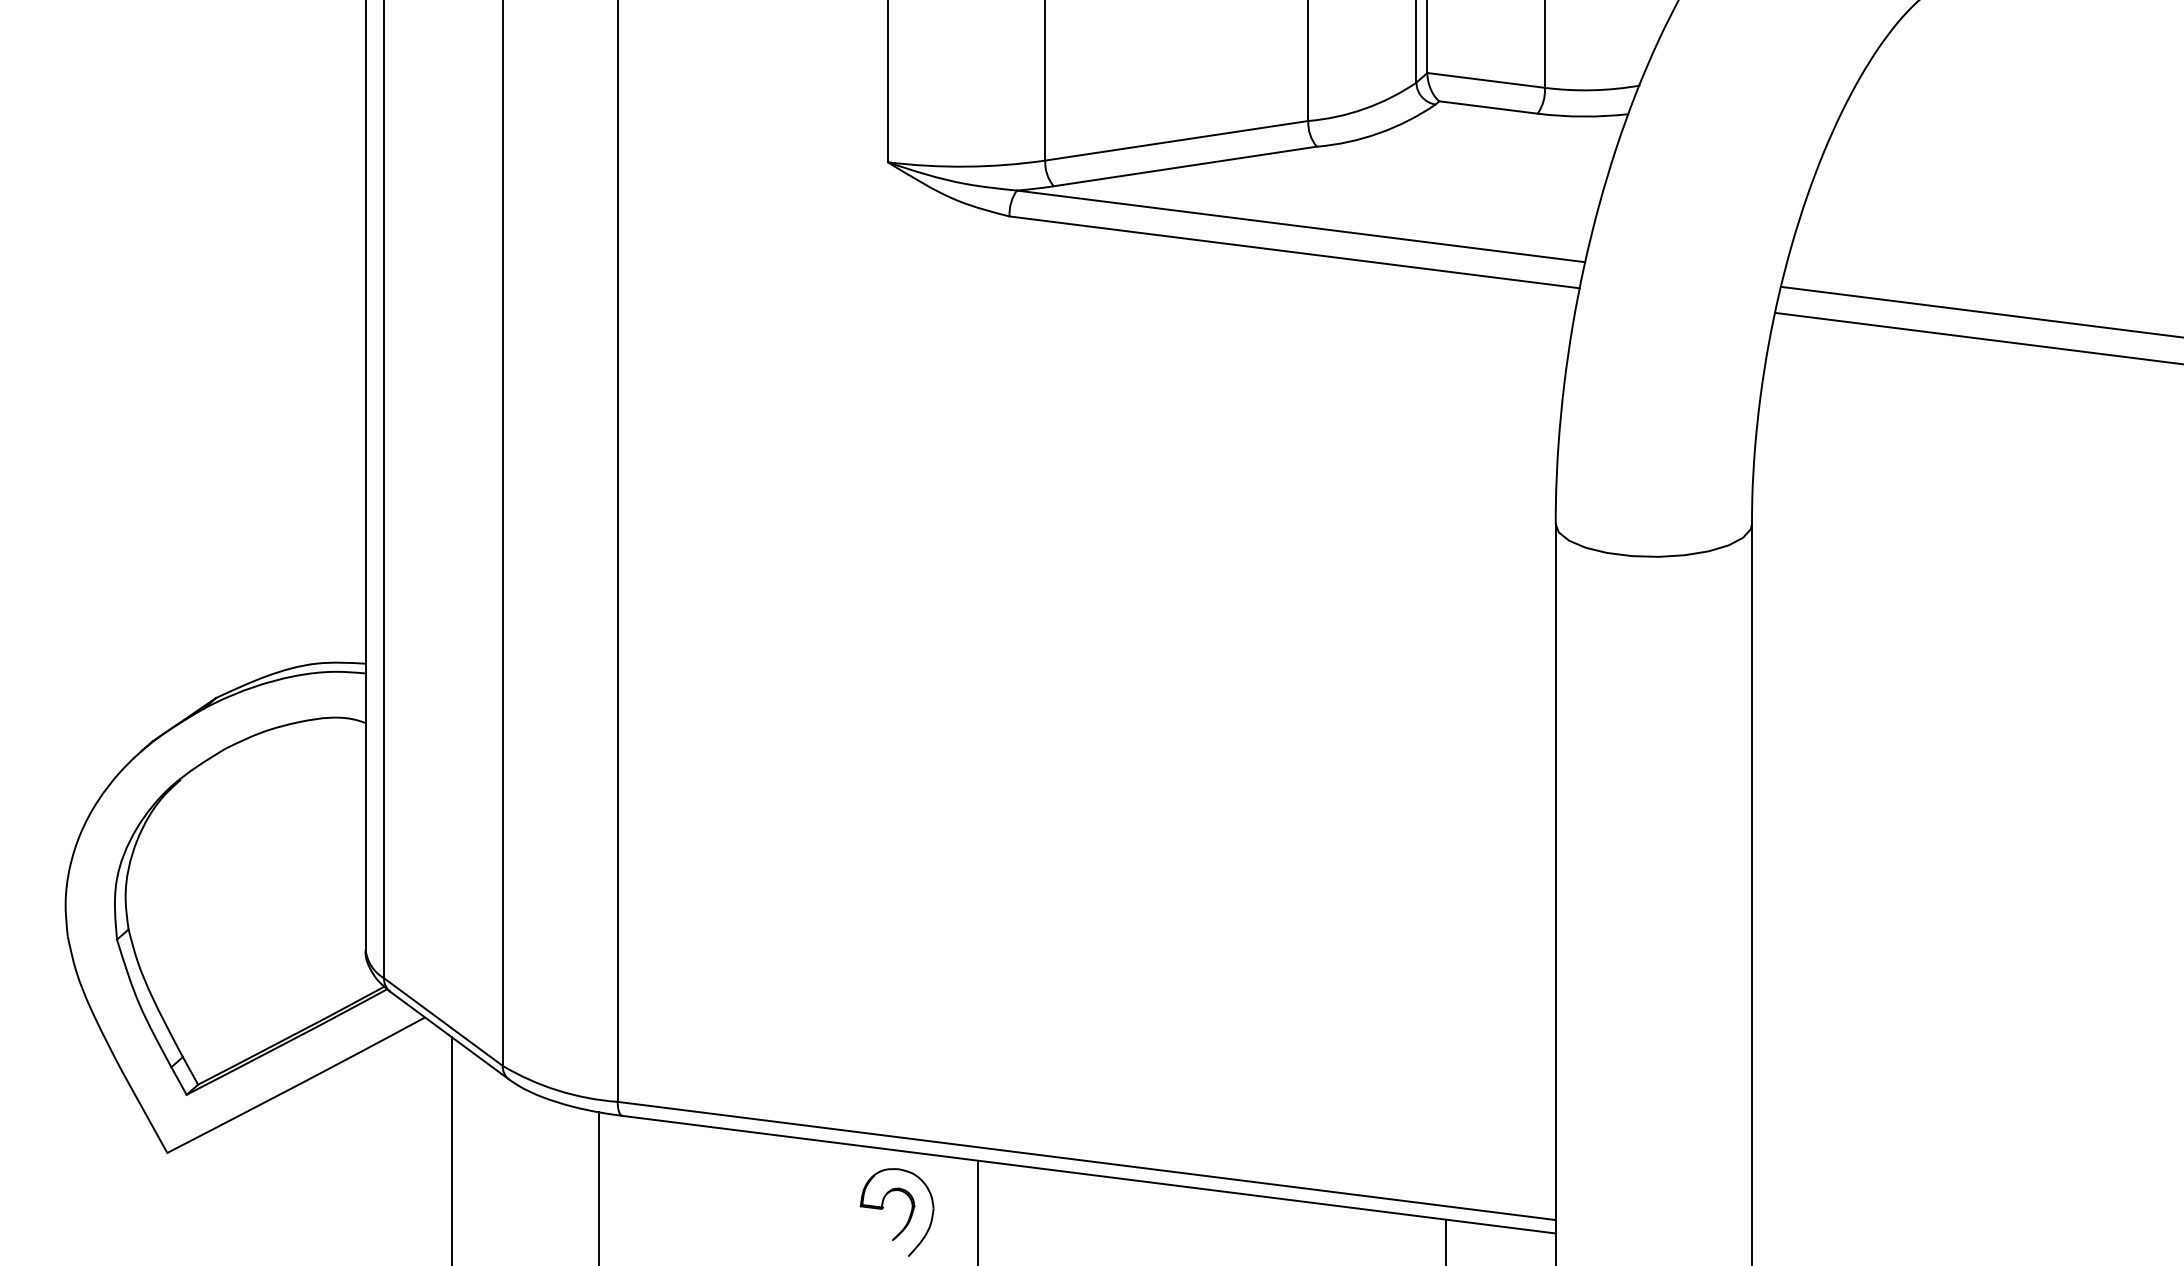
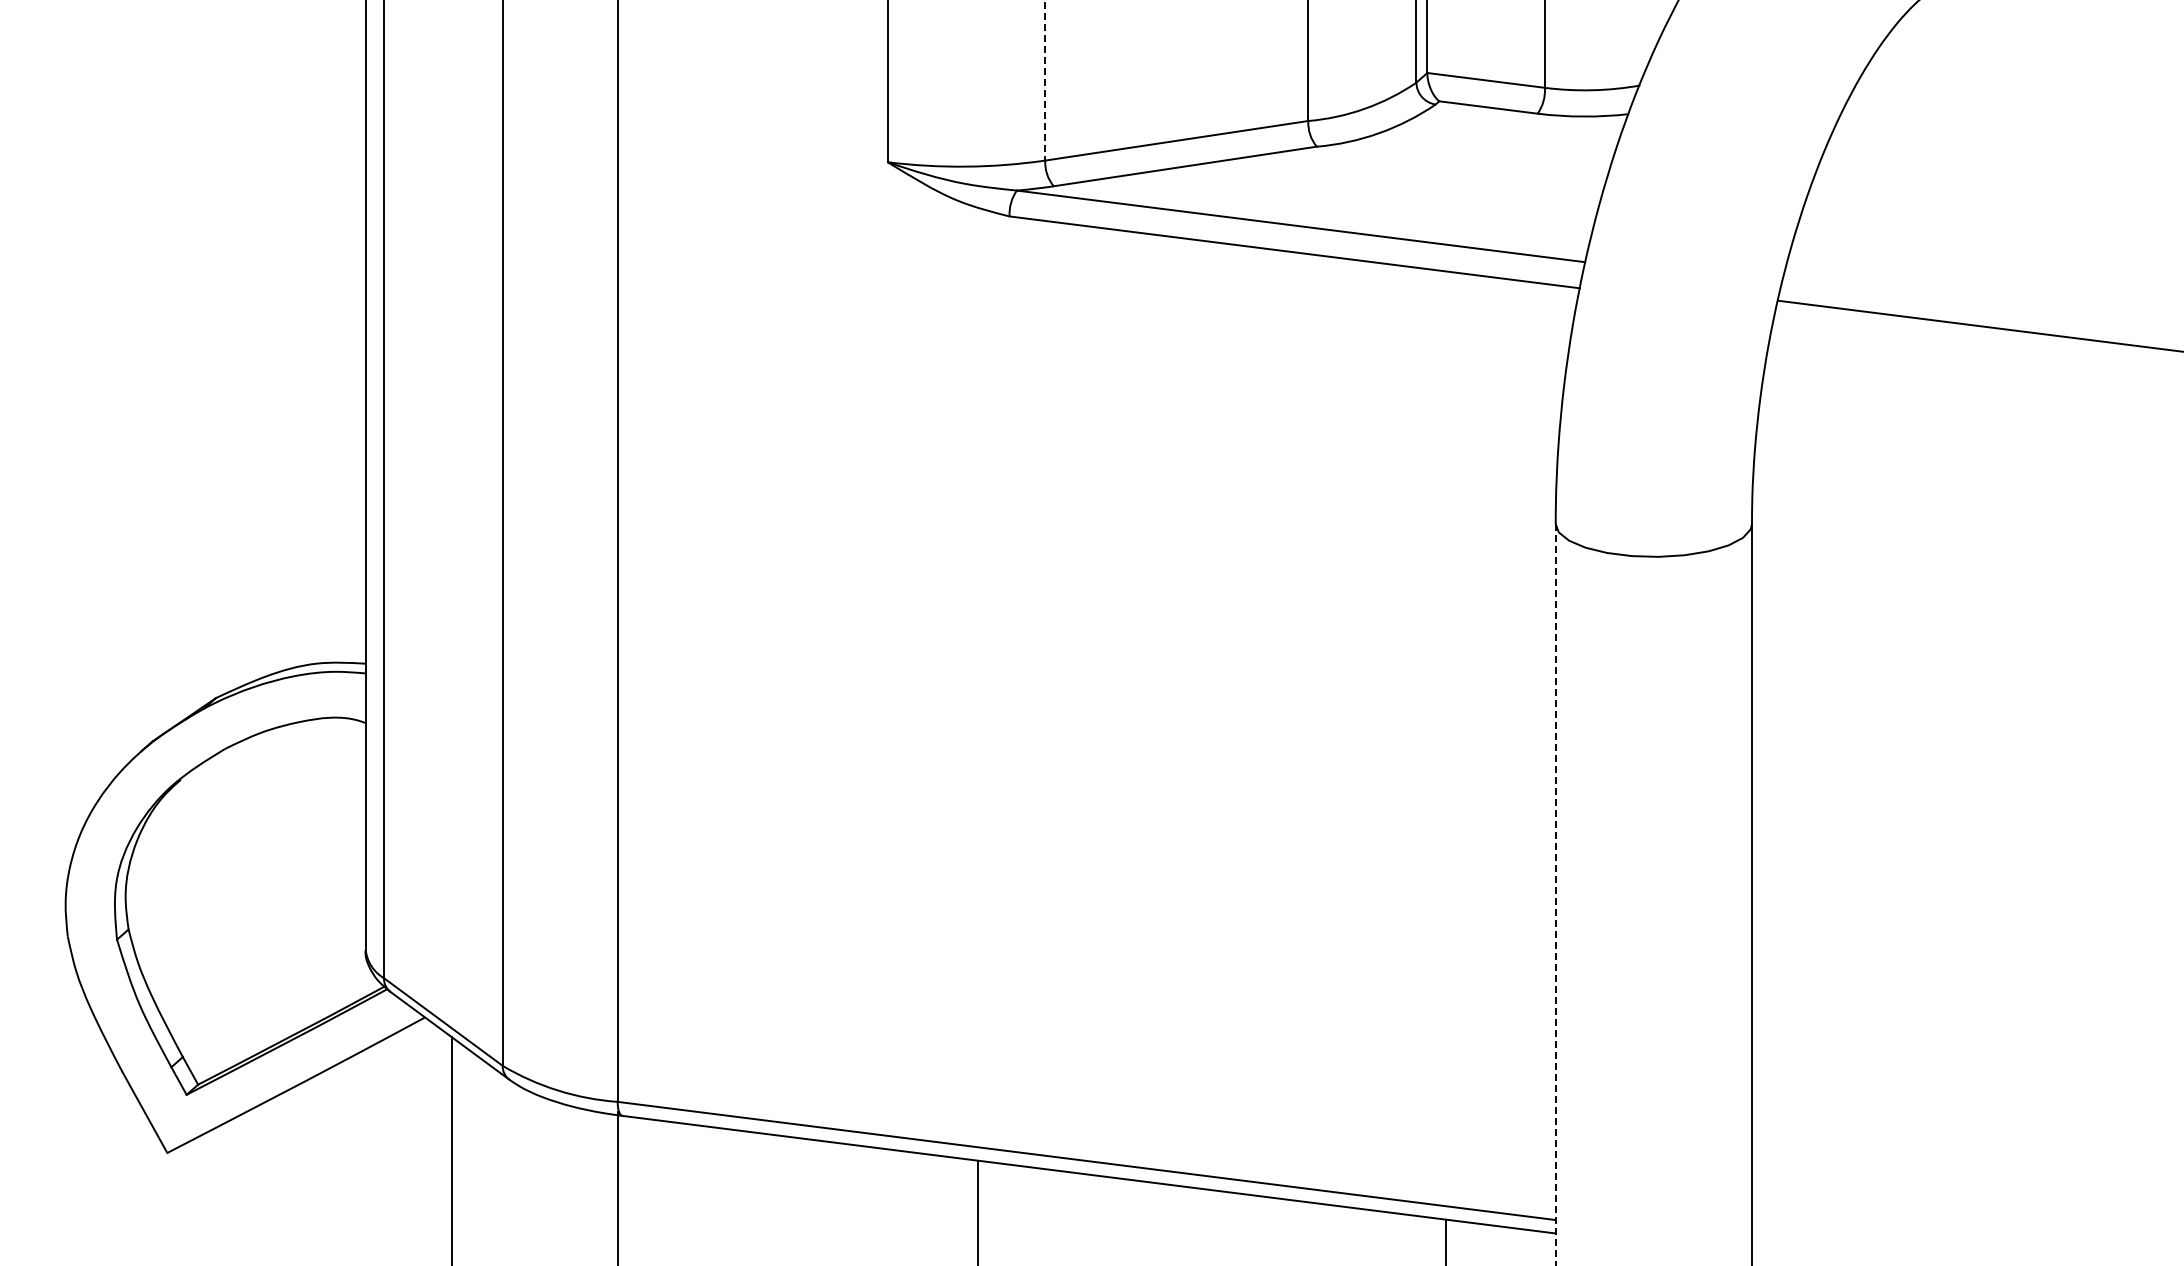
line at (1045, 80): solid -> dashed
line at (1980, 311) position: (1980, 311) -> (1979, 325)
line at (1977, 337): present -> none
line at (1555, 895): solid -> dashed
line at (598, 1187) position: (598, 1187) -> (617, 1187)
part at (884, 1207): present -> none
